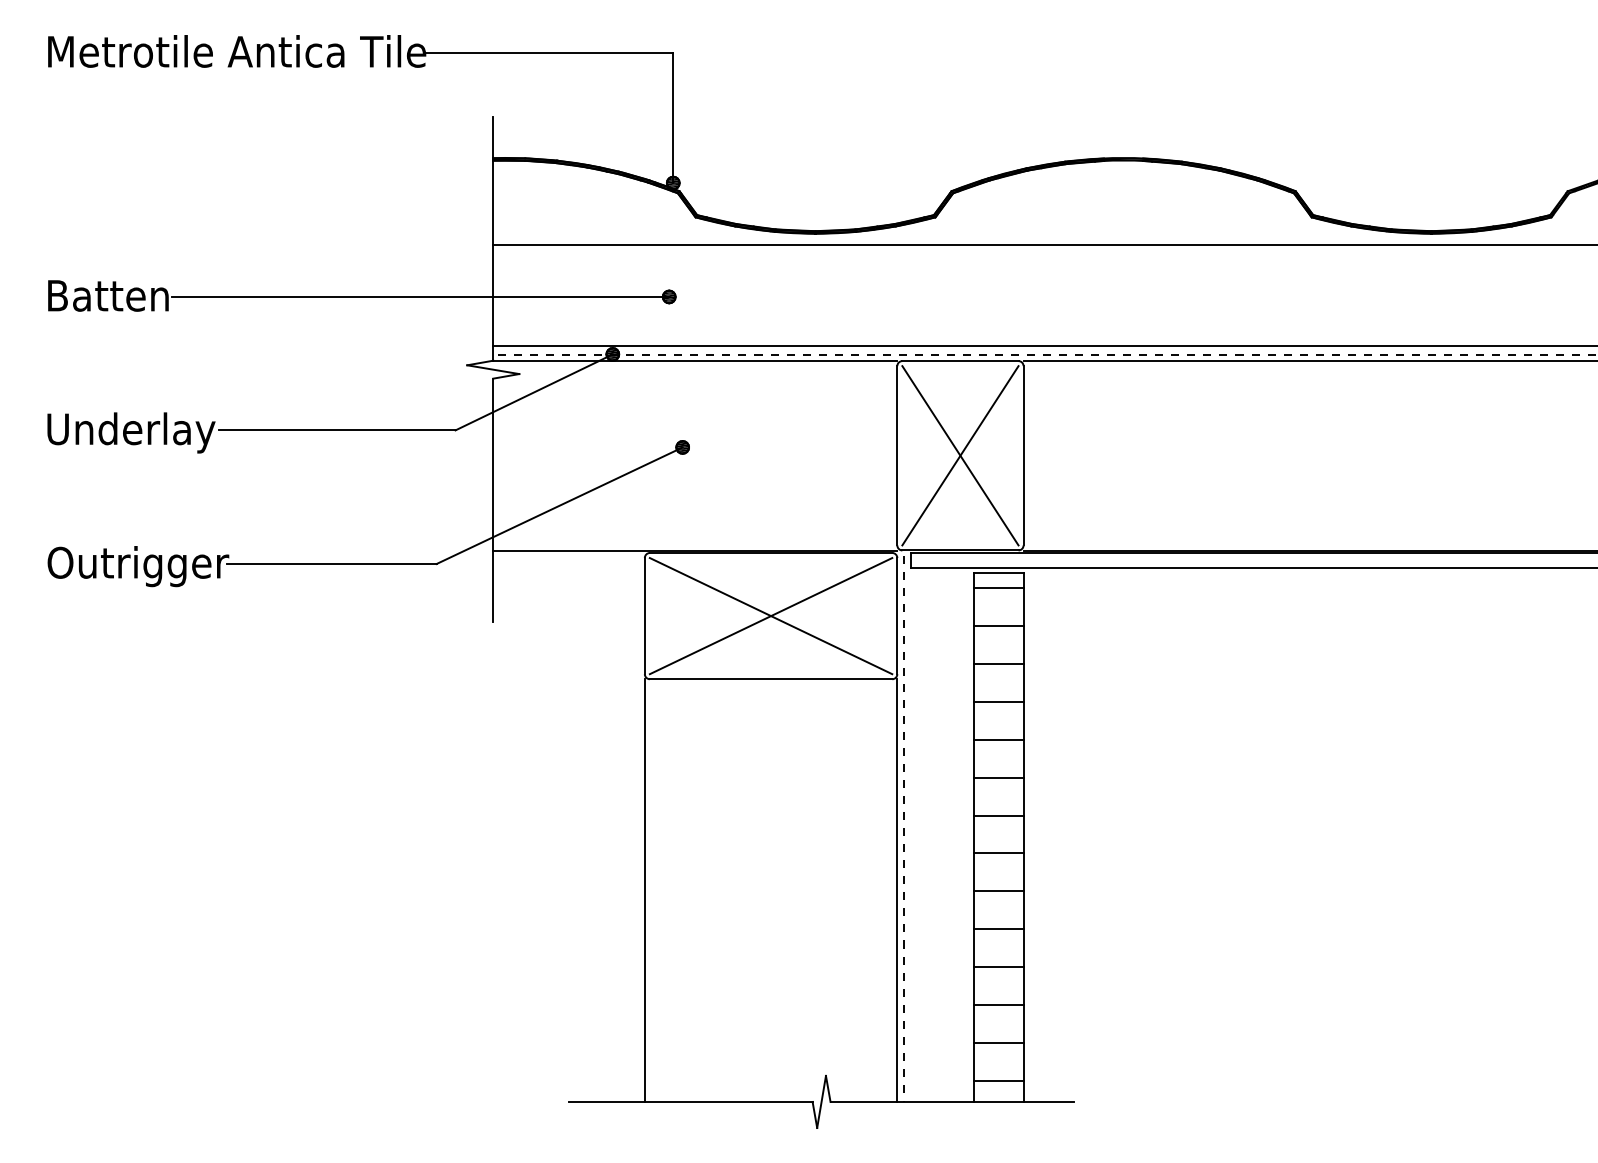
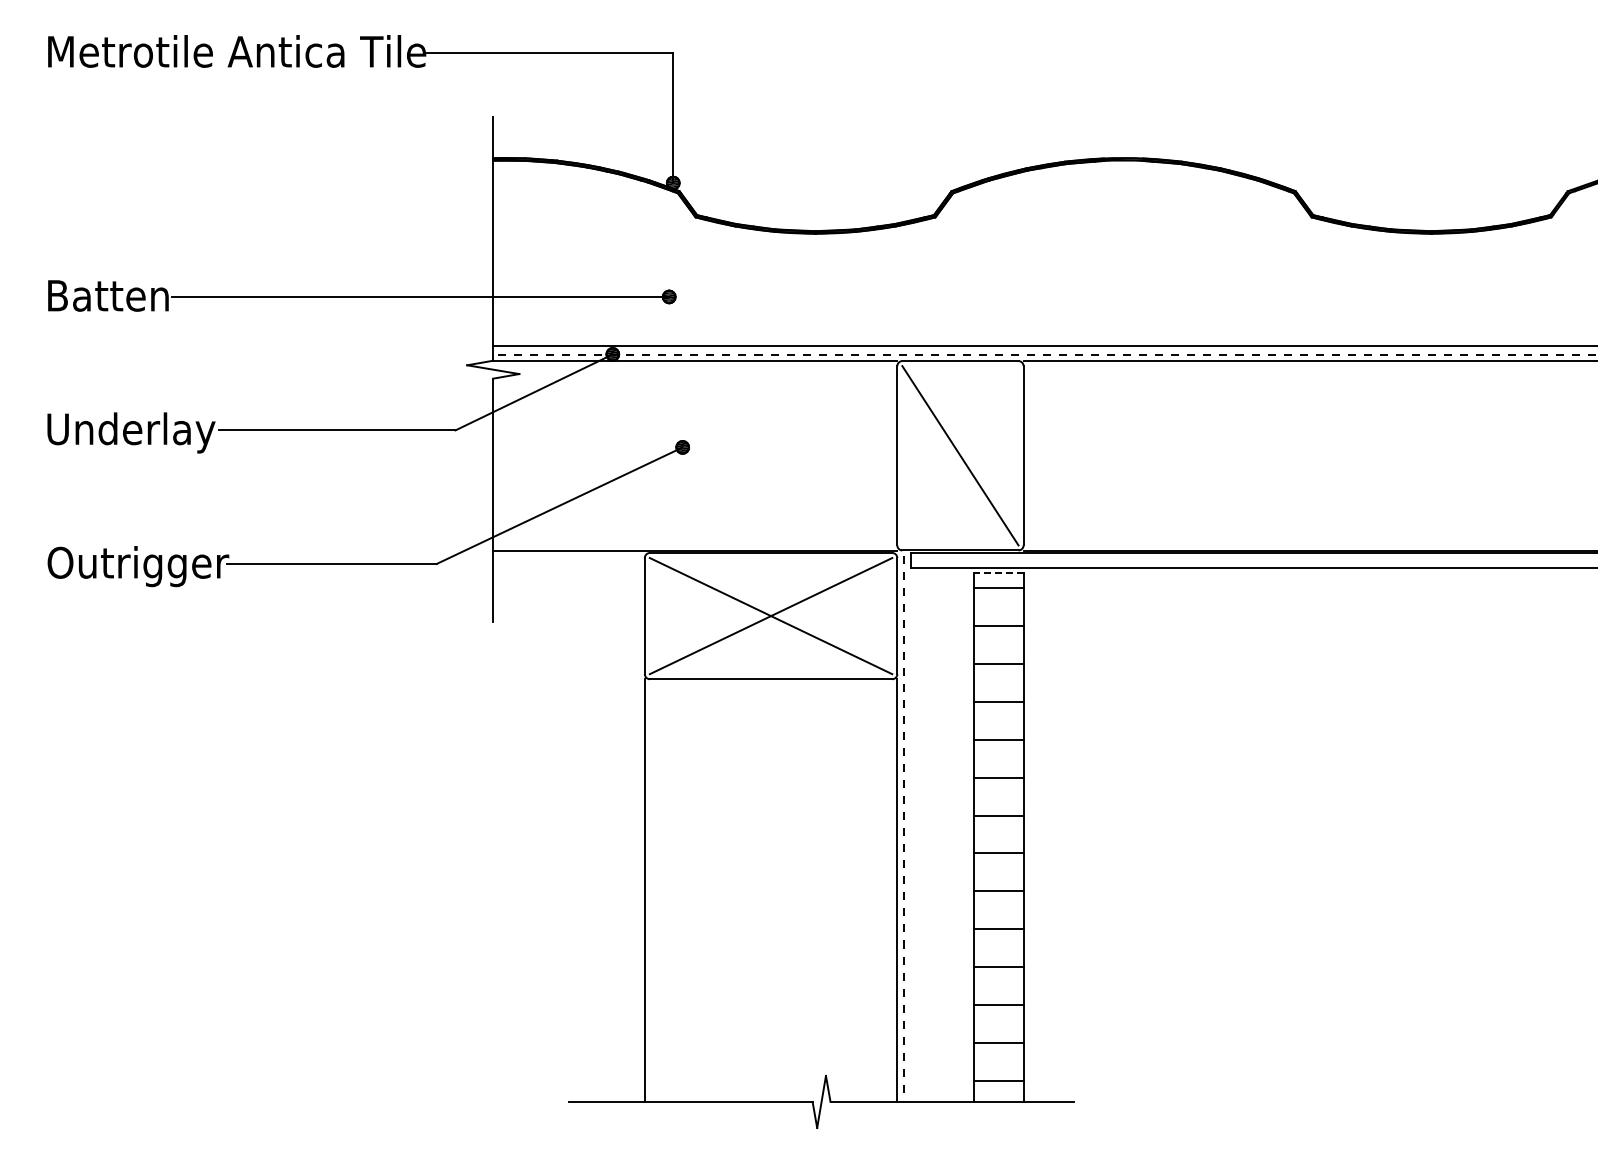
line at (1043, 245): present -> none
line at (960, 455): present -> none
line at (998, 573): solid -> dashed
